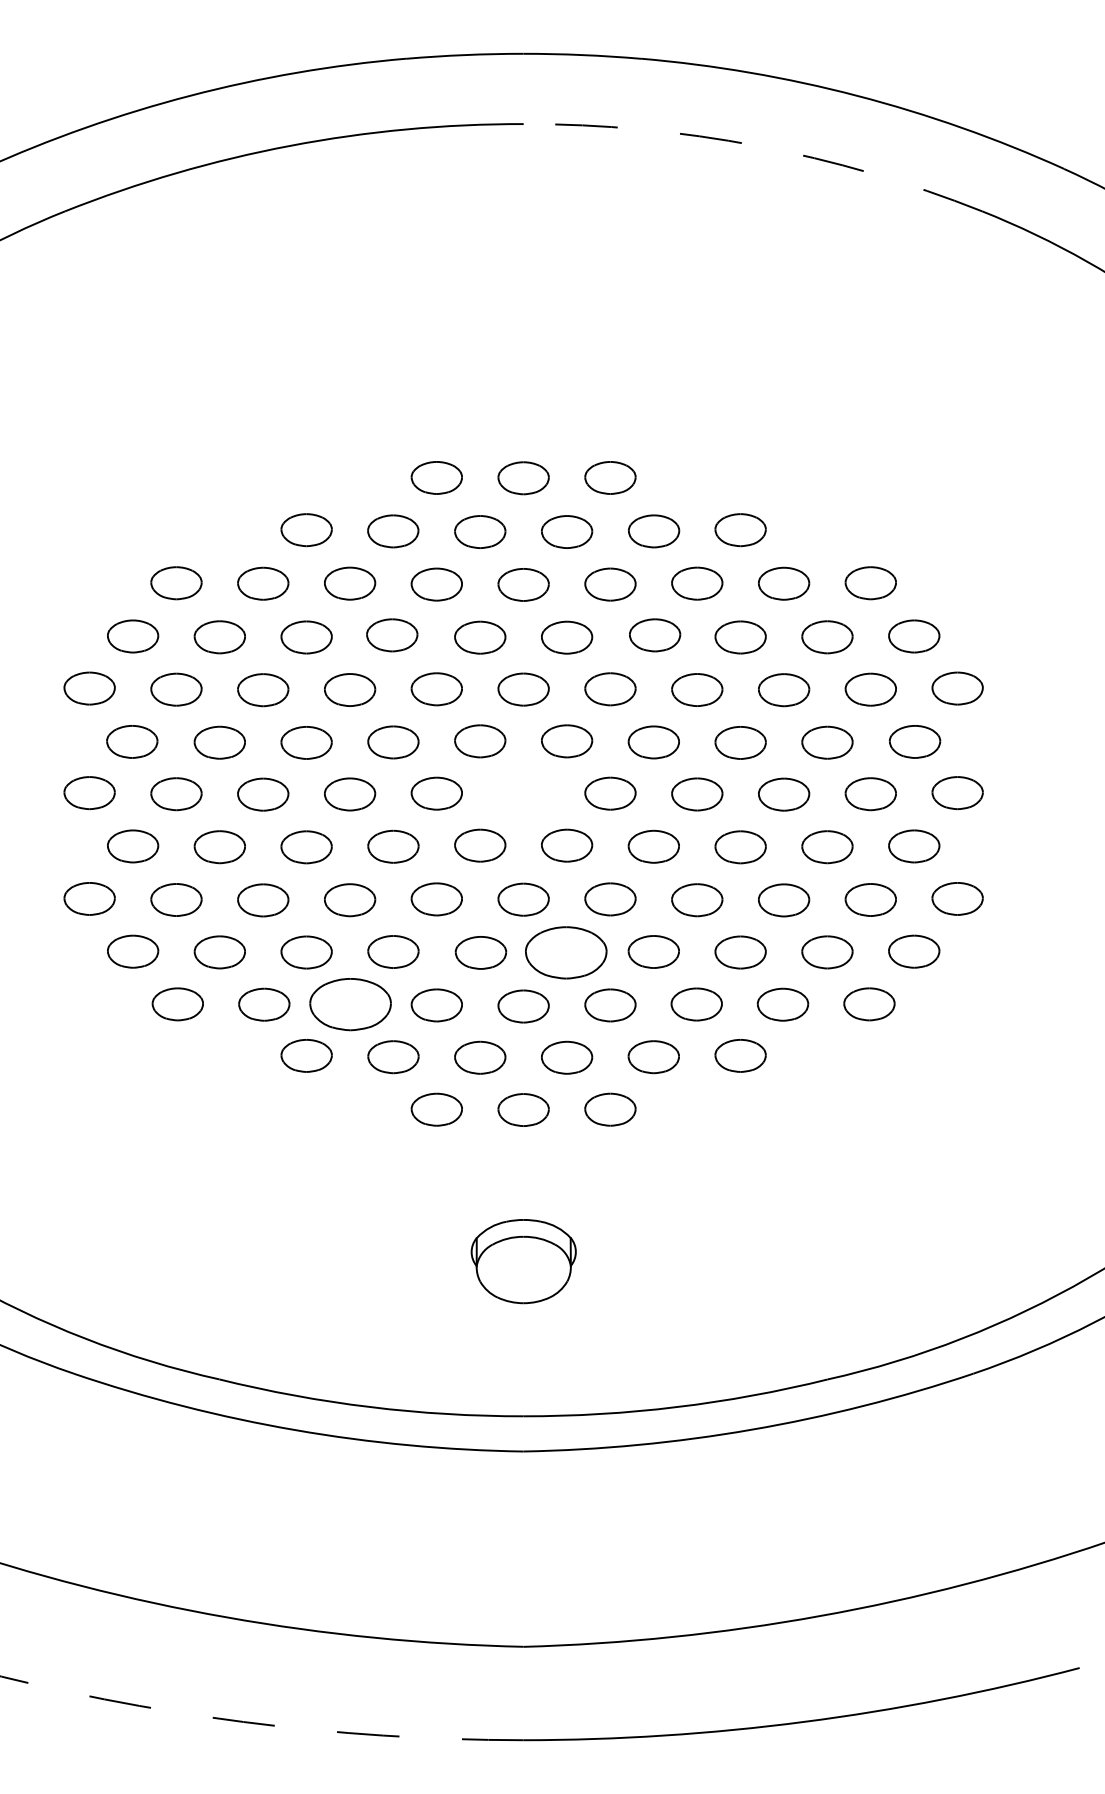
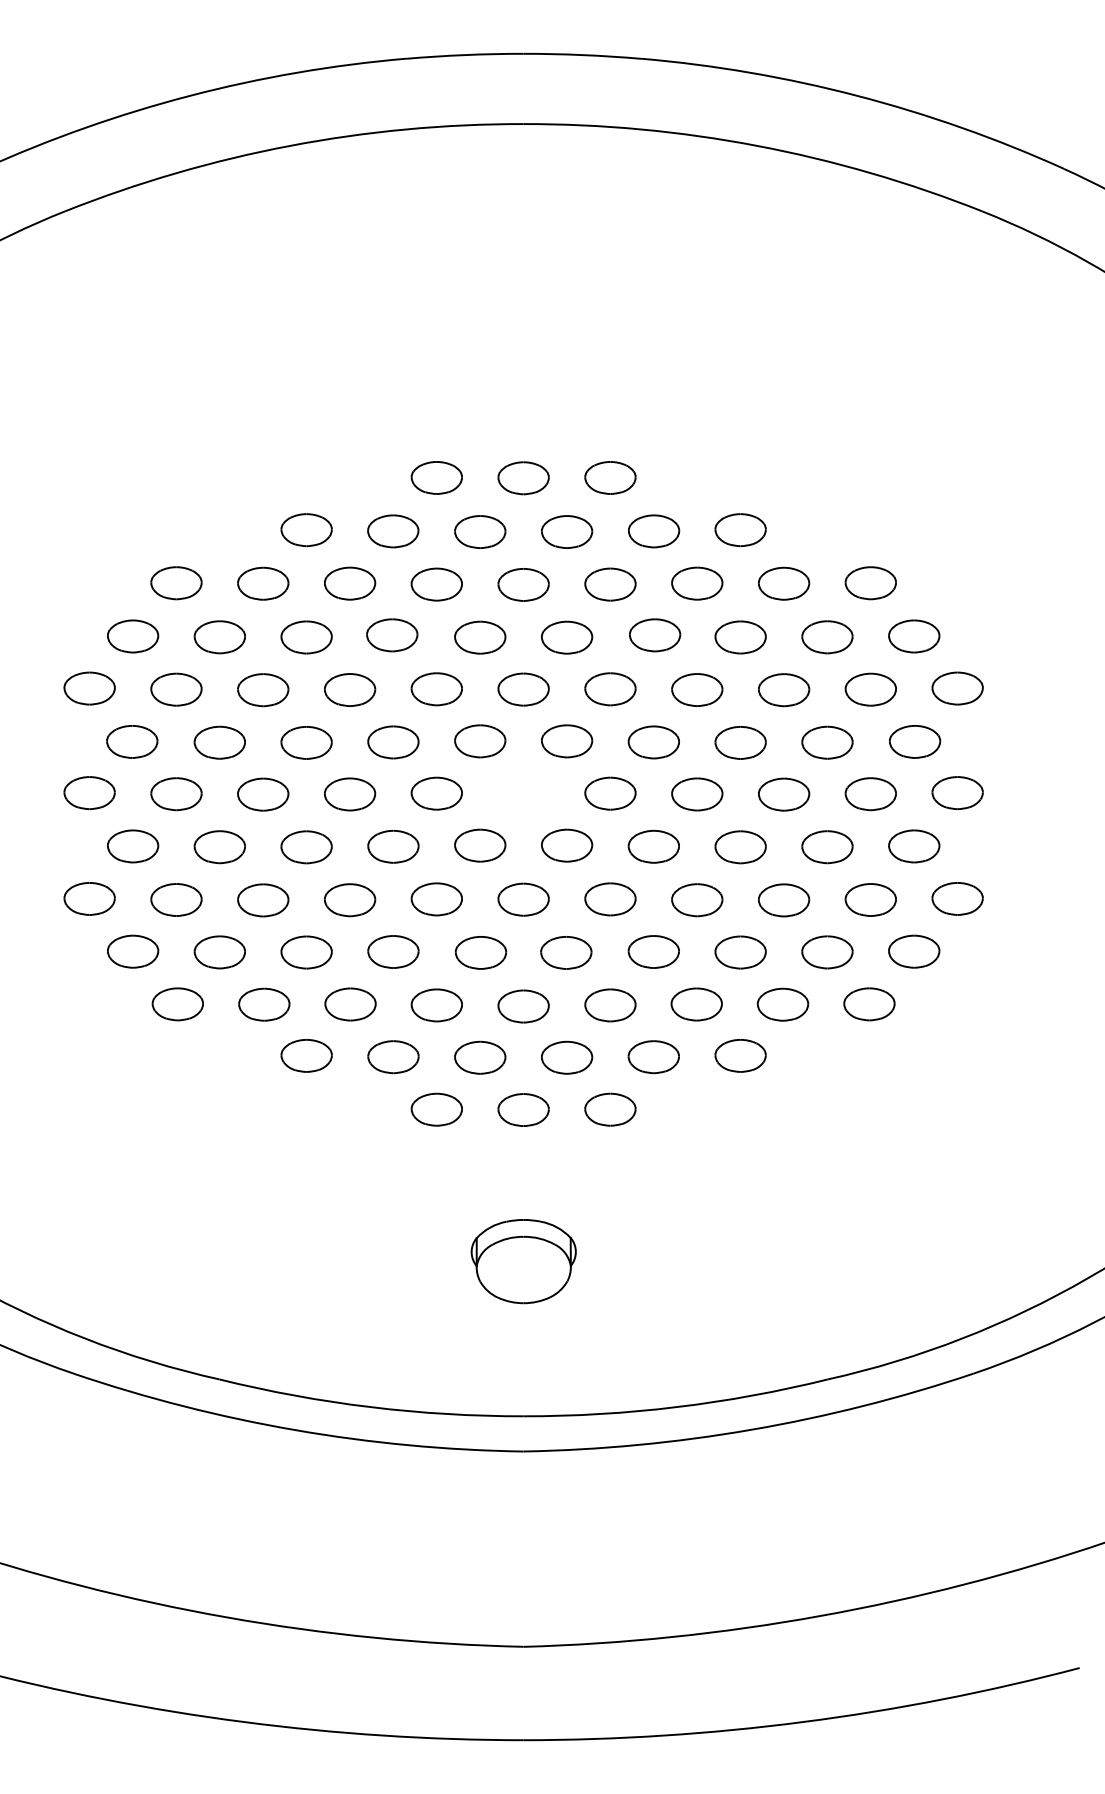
arc at (757, 145): dashed -> solid
part at (566, 952) size: 83x54 px -> 53x34 px
part at (350, 1004) size: 83x54 px -> 53x35 px
arc at (259, 1723): dashed -> solid
